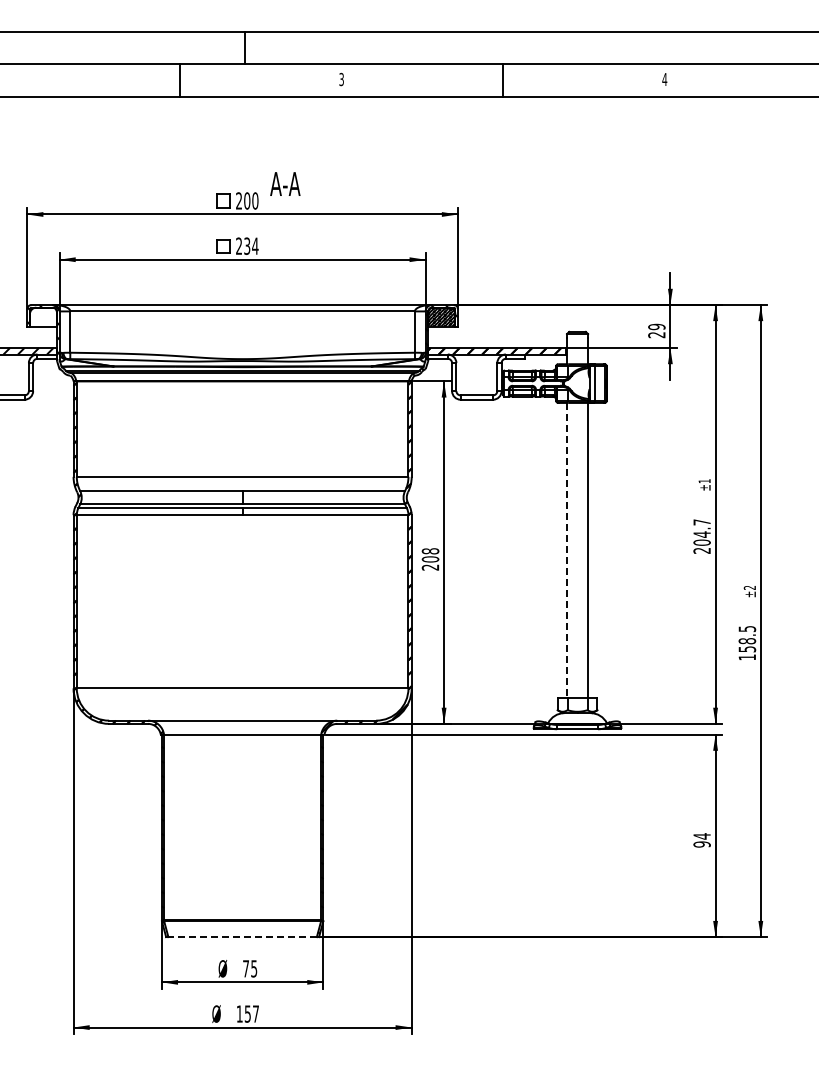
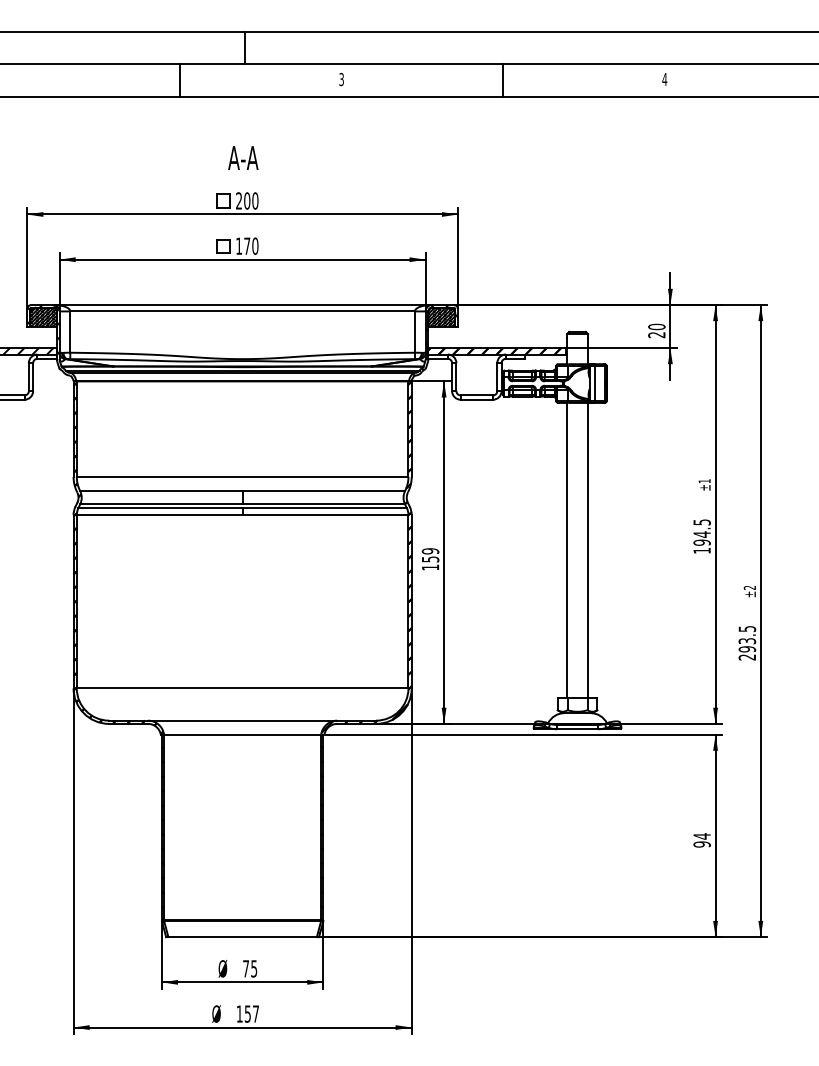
text at (285, 183) position: (285, 183) -> (243, 157)
text at (247, 245): 234 -> 170
hatch at (42, 316): none -> present
text at (656, 327): 29 -> 20
text at (701, 536): 204.7 -> 194.5
line at (566, 550): dashed -> solid
text at (430, 559): 208 -> 159
text at (747, 649): 158.5 -> 293.5
line at (242, 937): dashed -> solid
